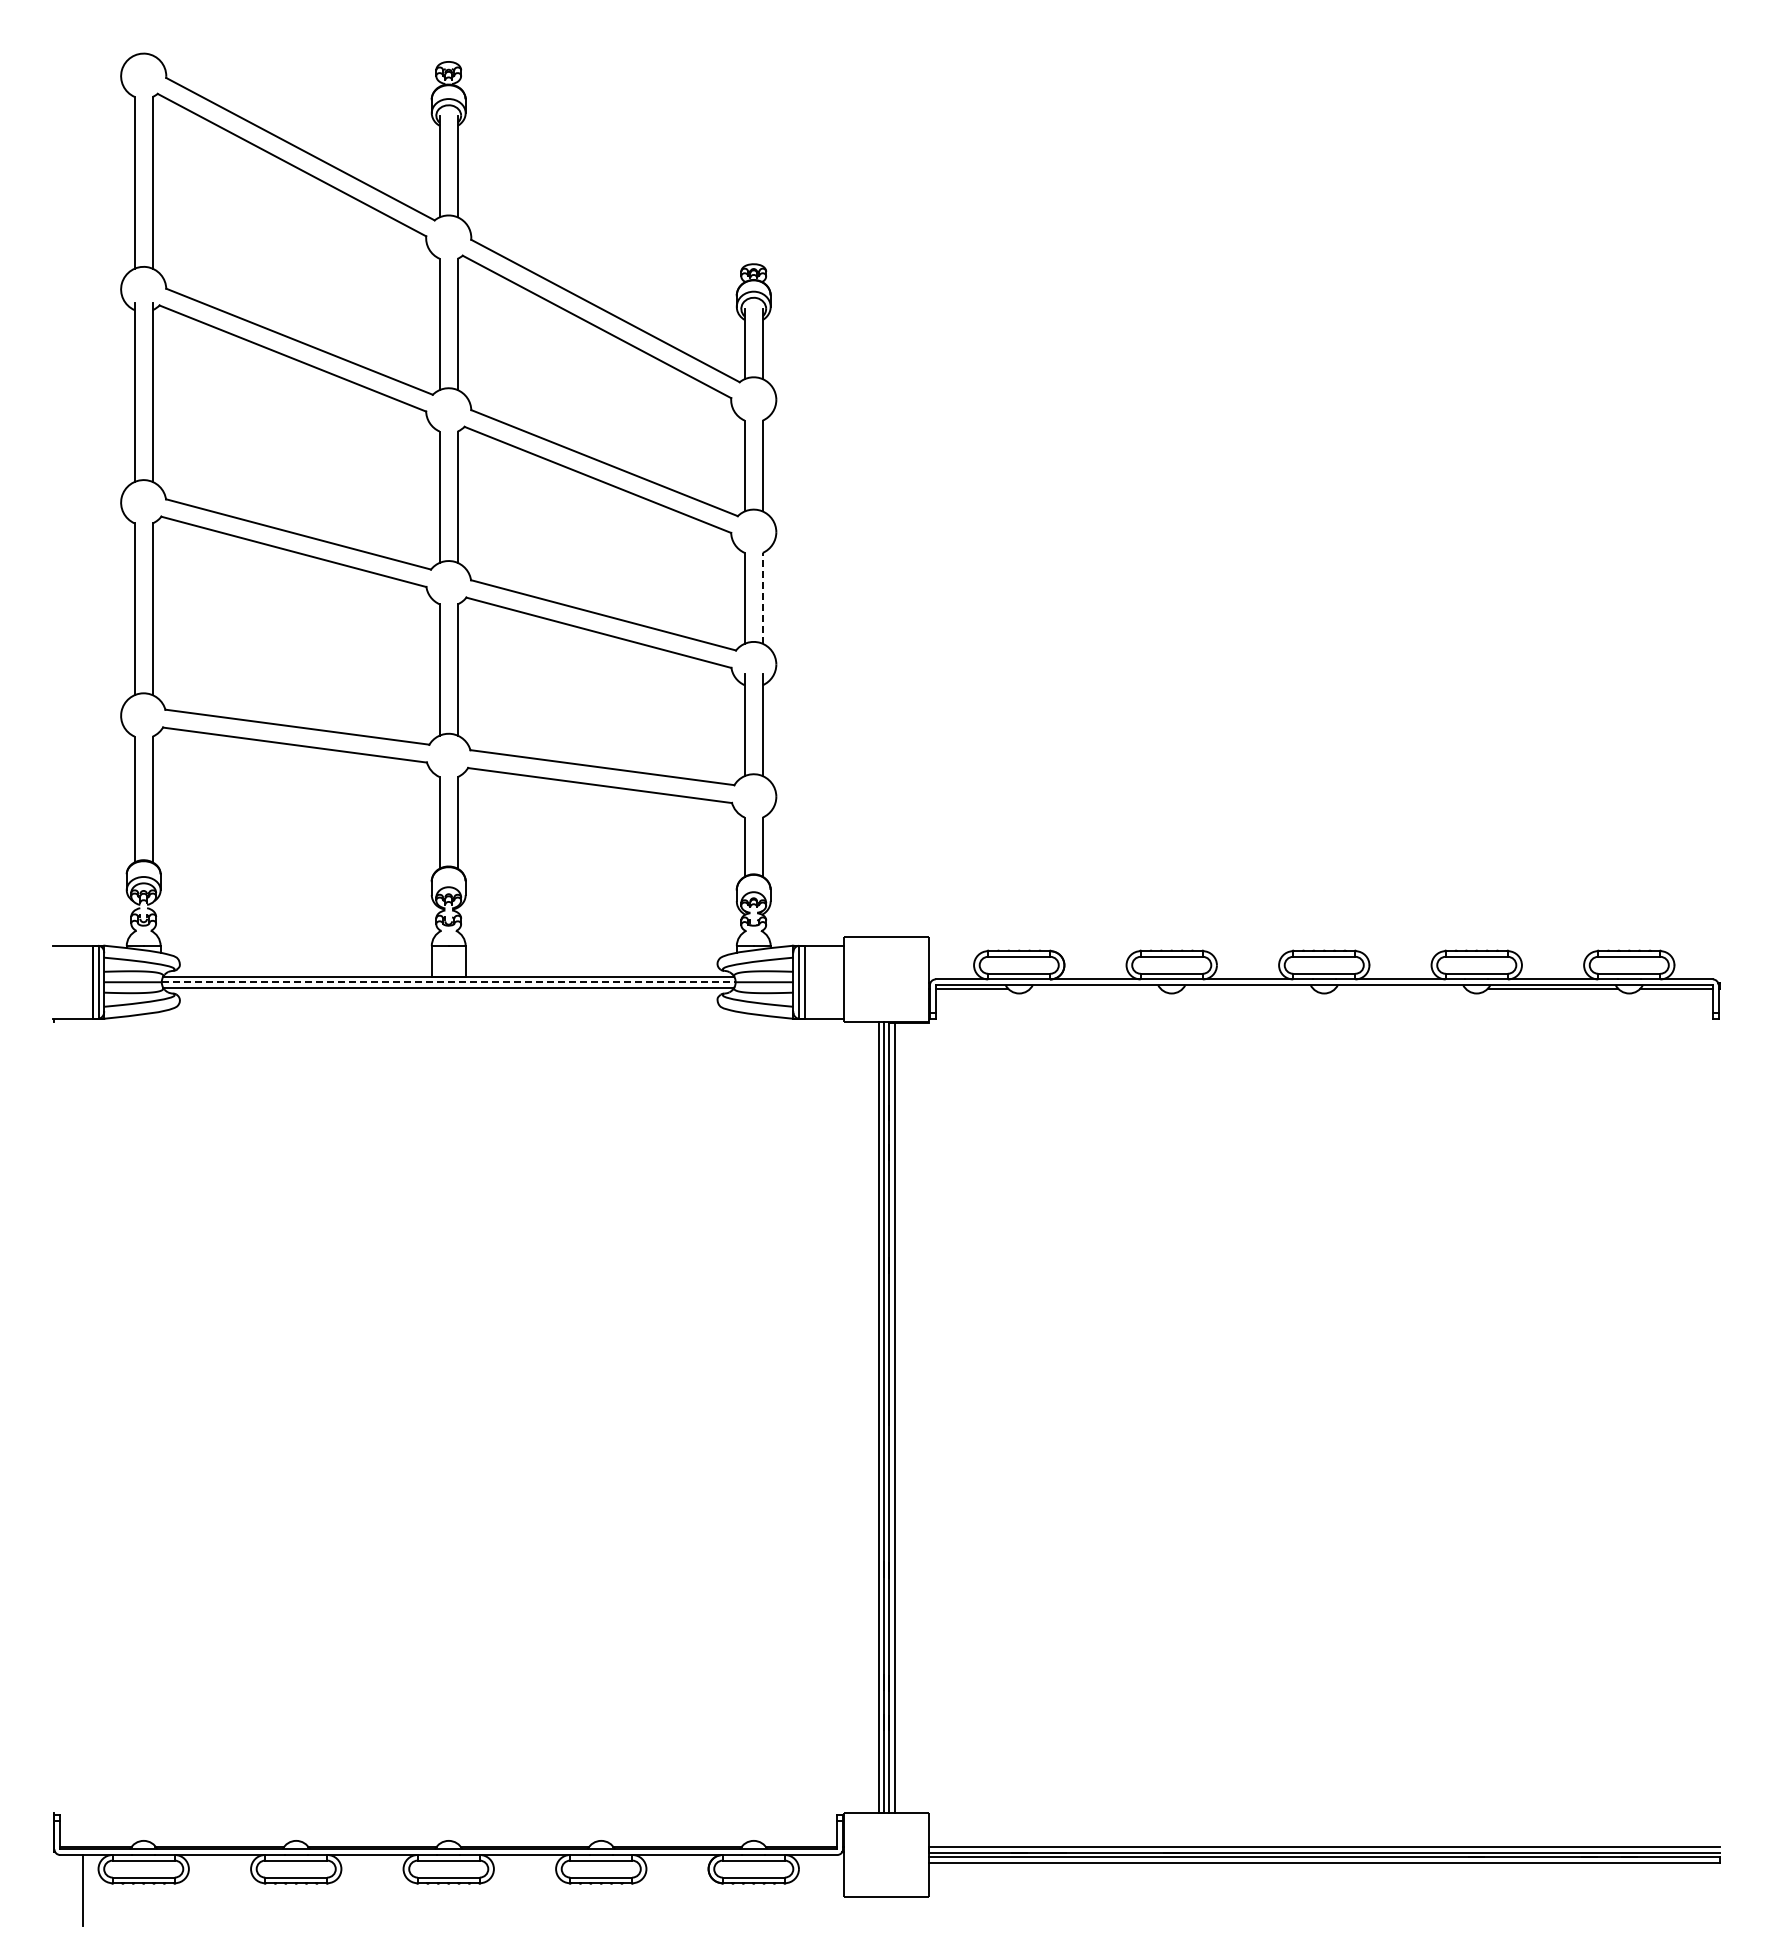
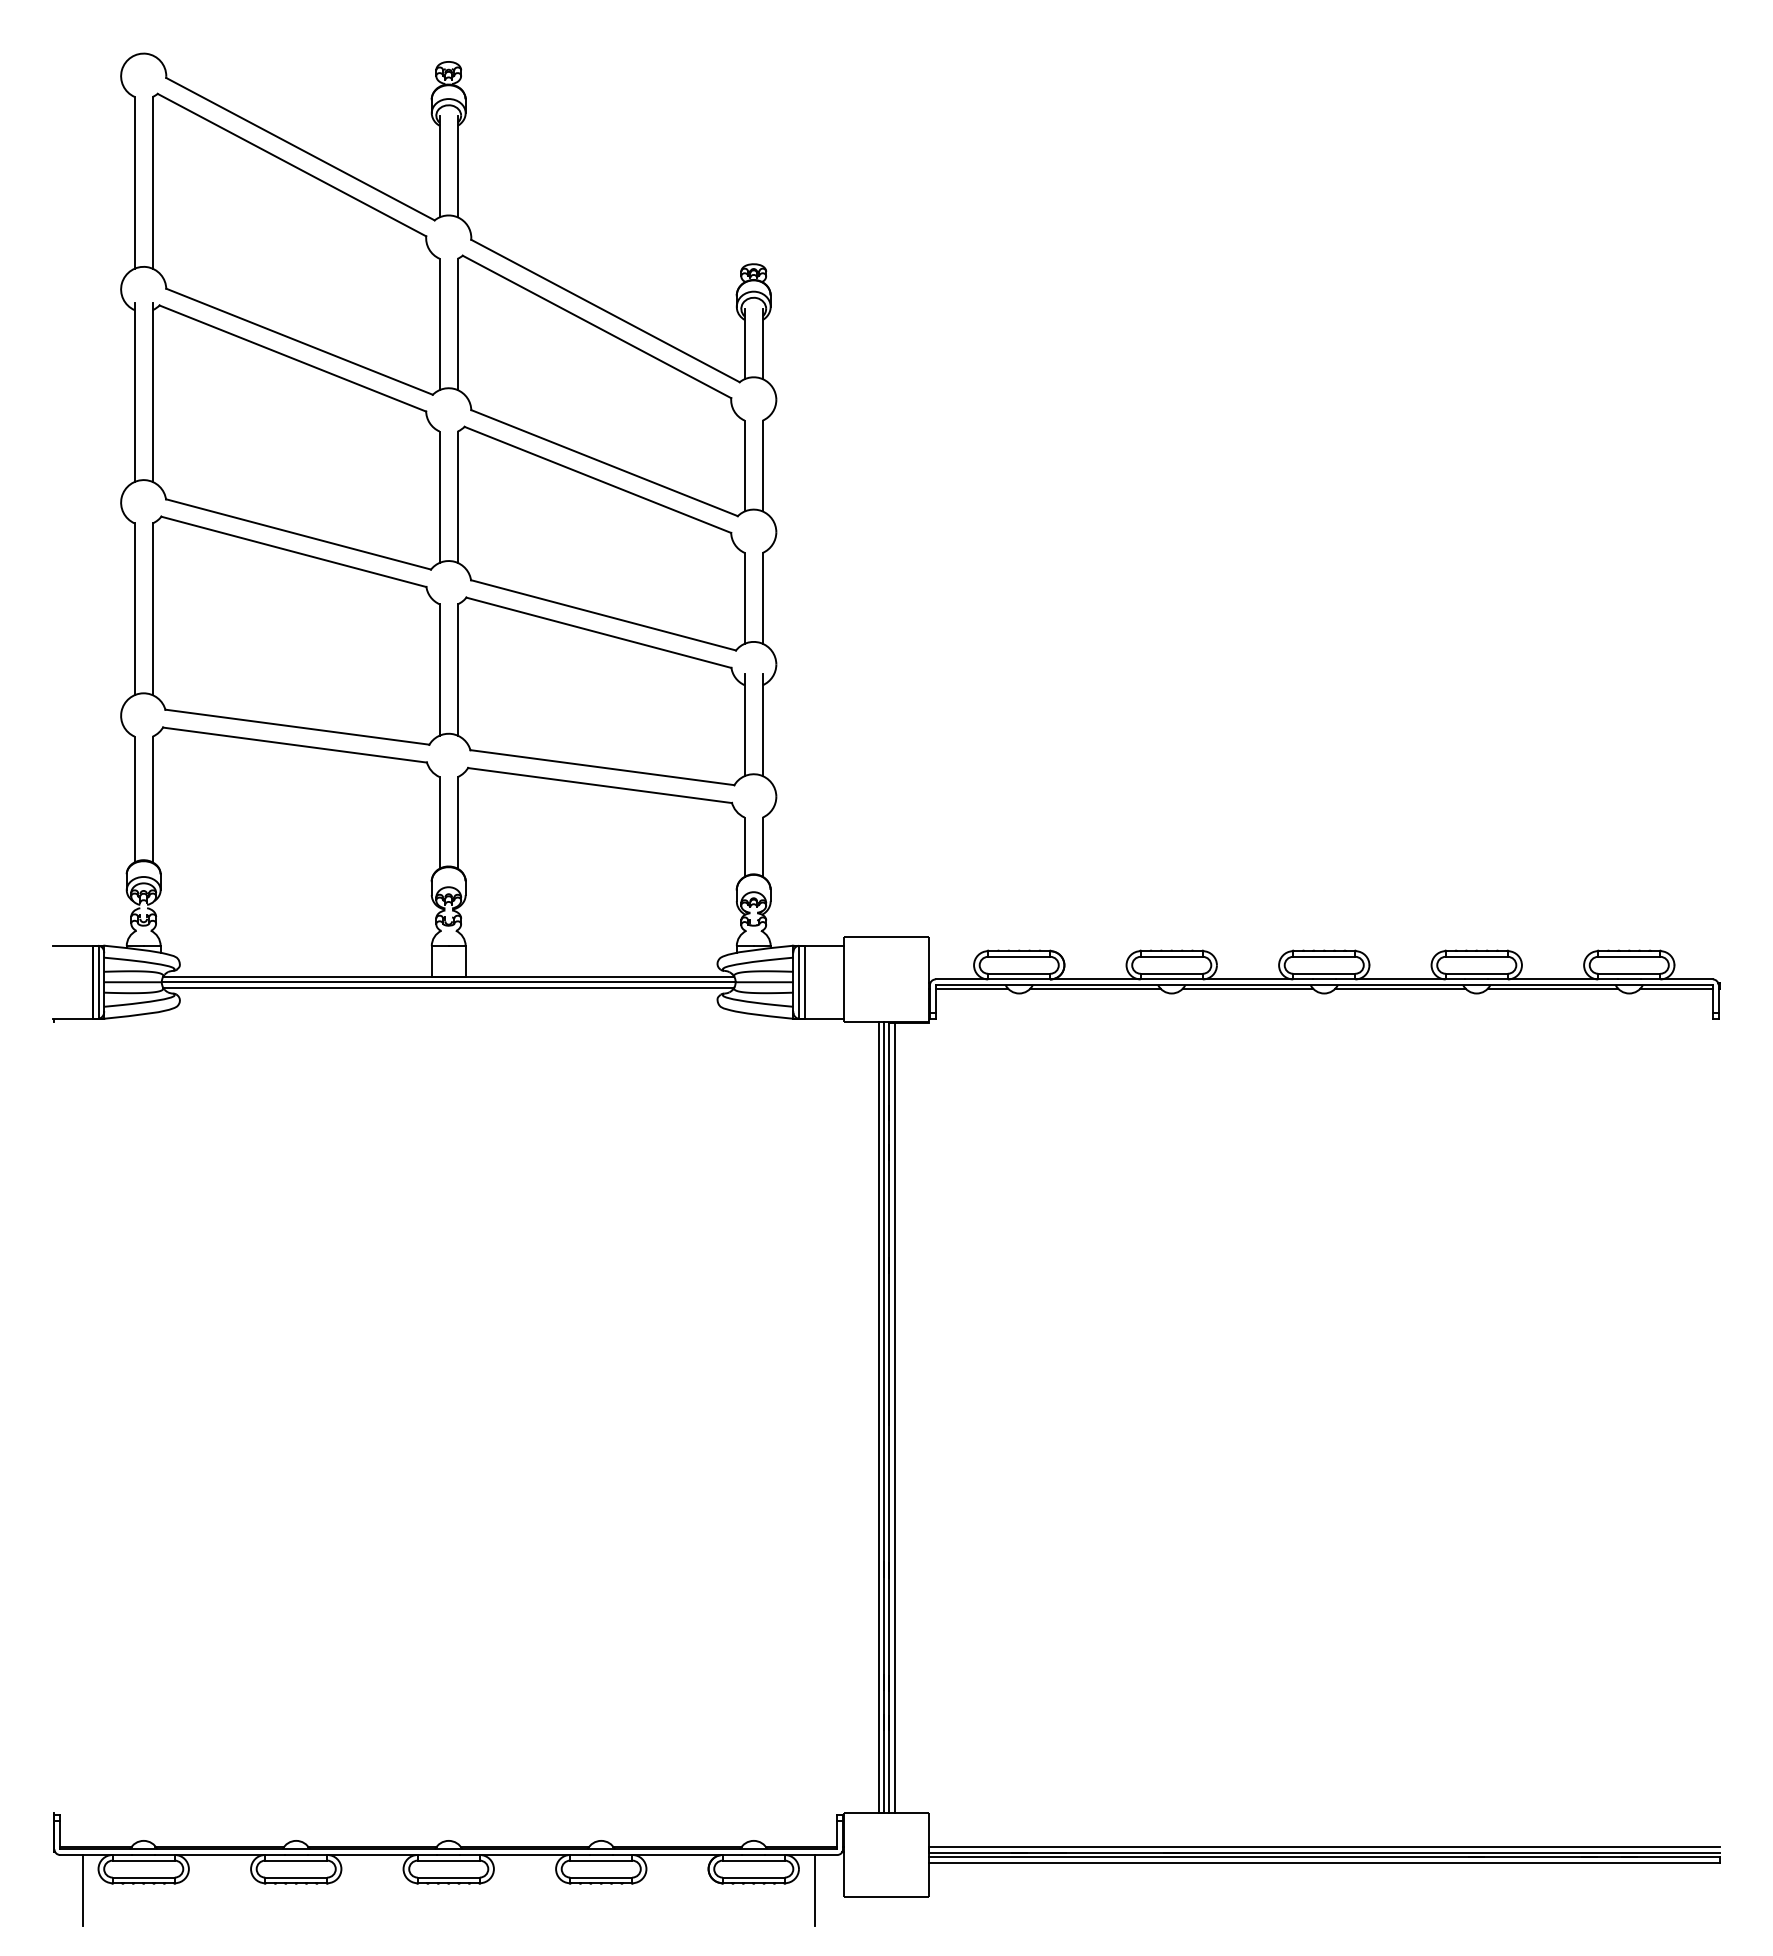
line at (762, 597): dashed -> solid
line at (448, 982): dashed -> solid
line at (1095, 988): none -> present
line at (1247, 988): none -> present
line at (1400, 988): none -> present
line at (814, 1890): none -> present
